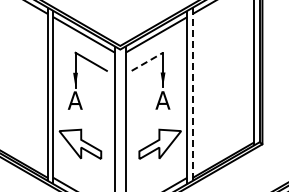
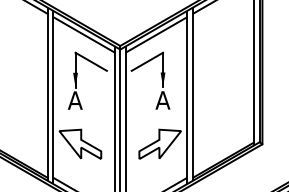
line at (147, 61): dashed -> solid
line at (192, 94): dashed -> solid
line at (120, 116): none -> present
